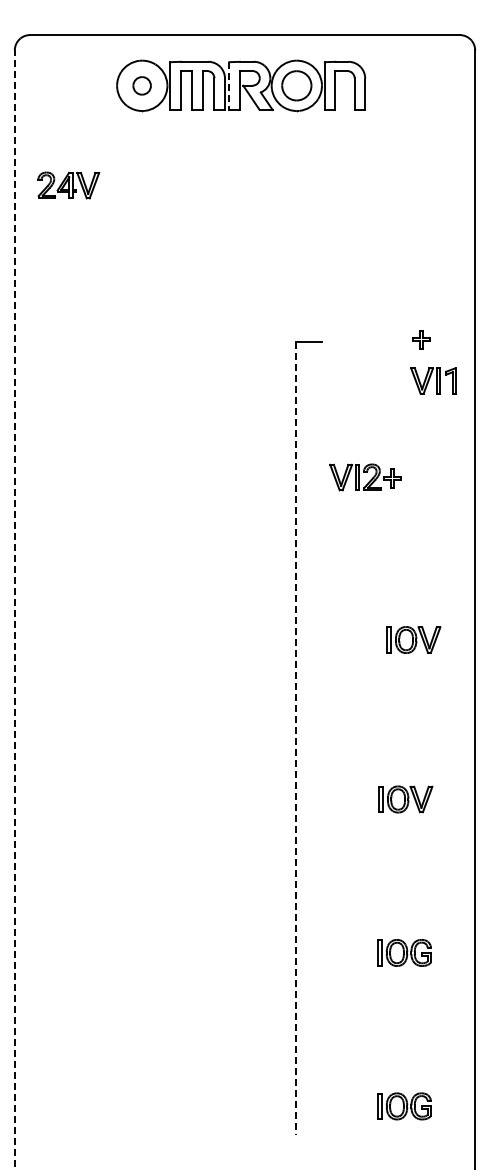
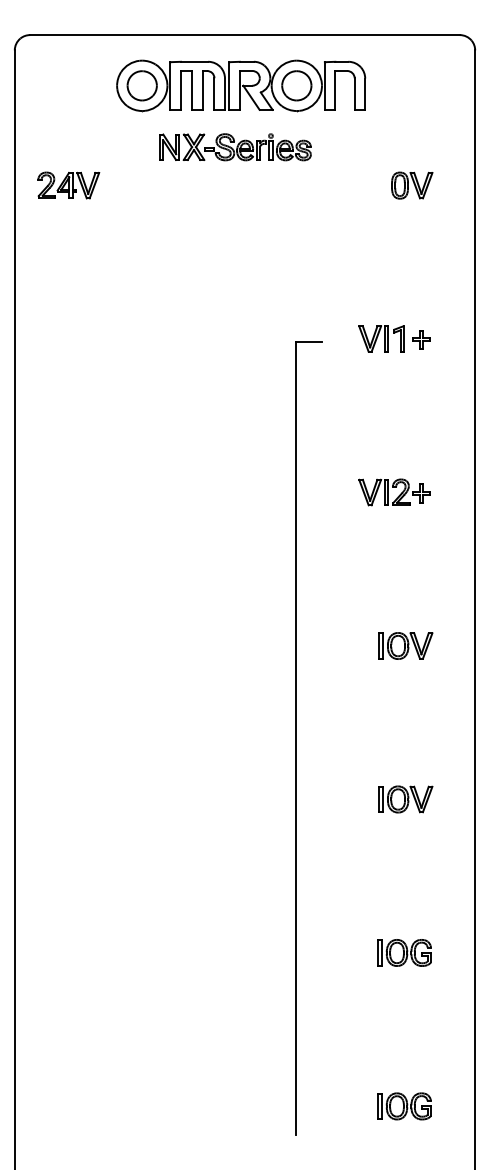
part at (141, 85) size: 20x20 px -> 32x32 px
line at (229, 86): dashed -> solid
part at (235, 147): none -> present
part at (412, 185): none -> present
part at (433, 380) position: (433, 380) -> (381, 338)
part at (365, 477) position: (365, 477) -> (394, 492)
line at (14, 609): dashed -> solid
part at (413, 639) position: (413, 639) -> (405, 645)
line at (296, 738): dashed -> solid
